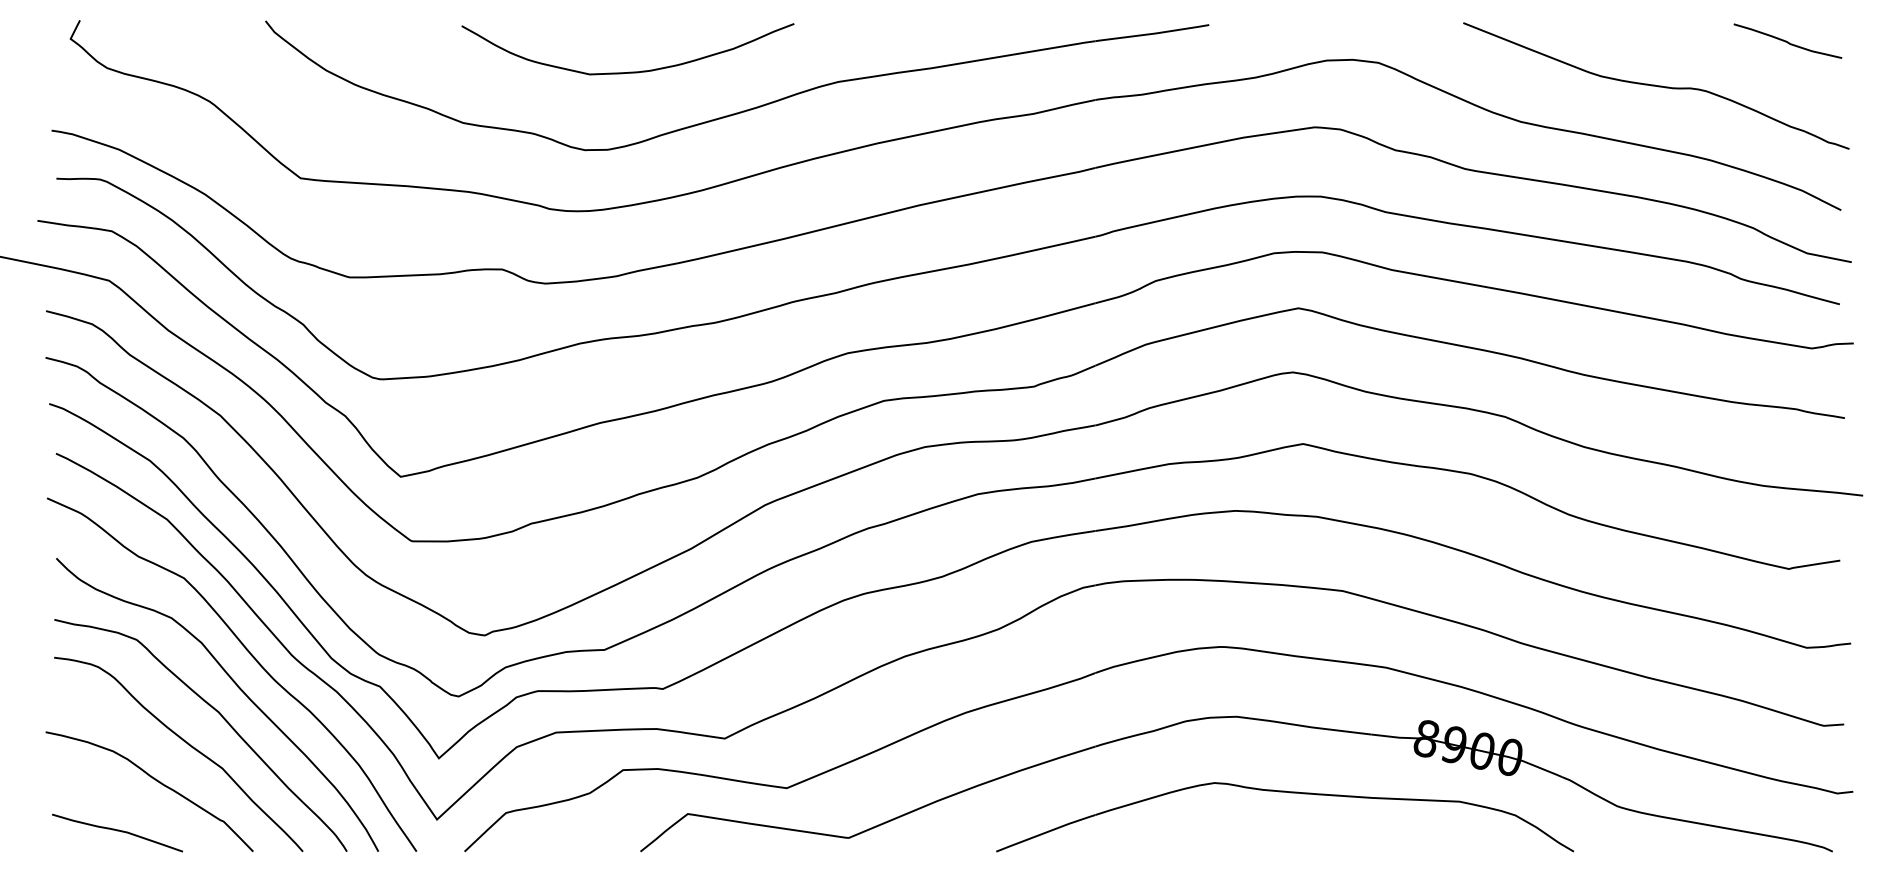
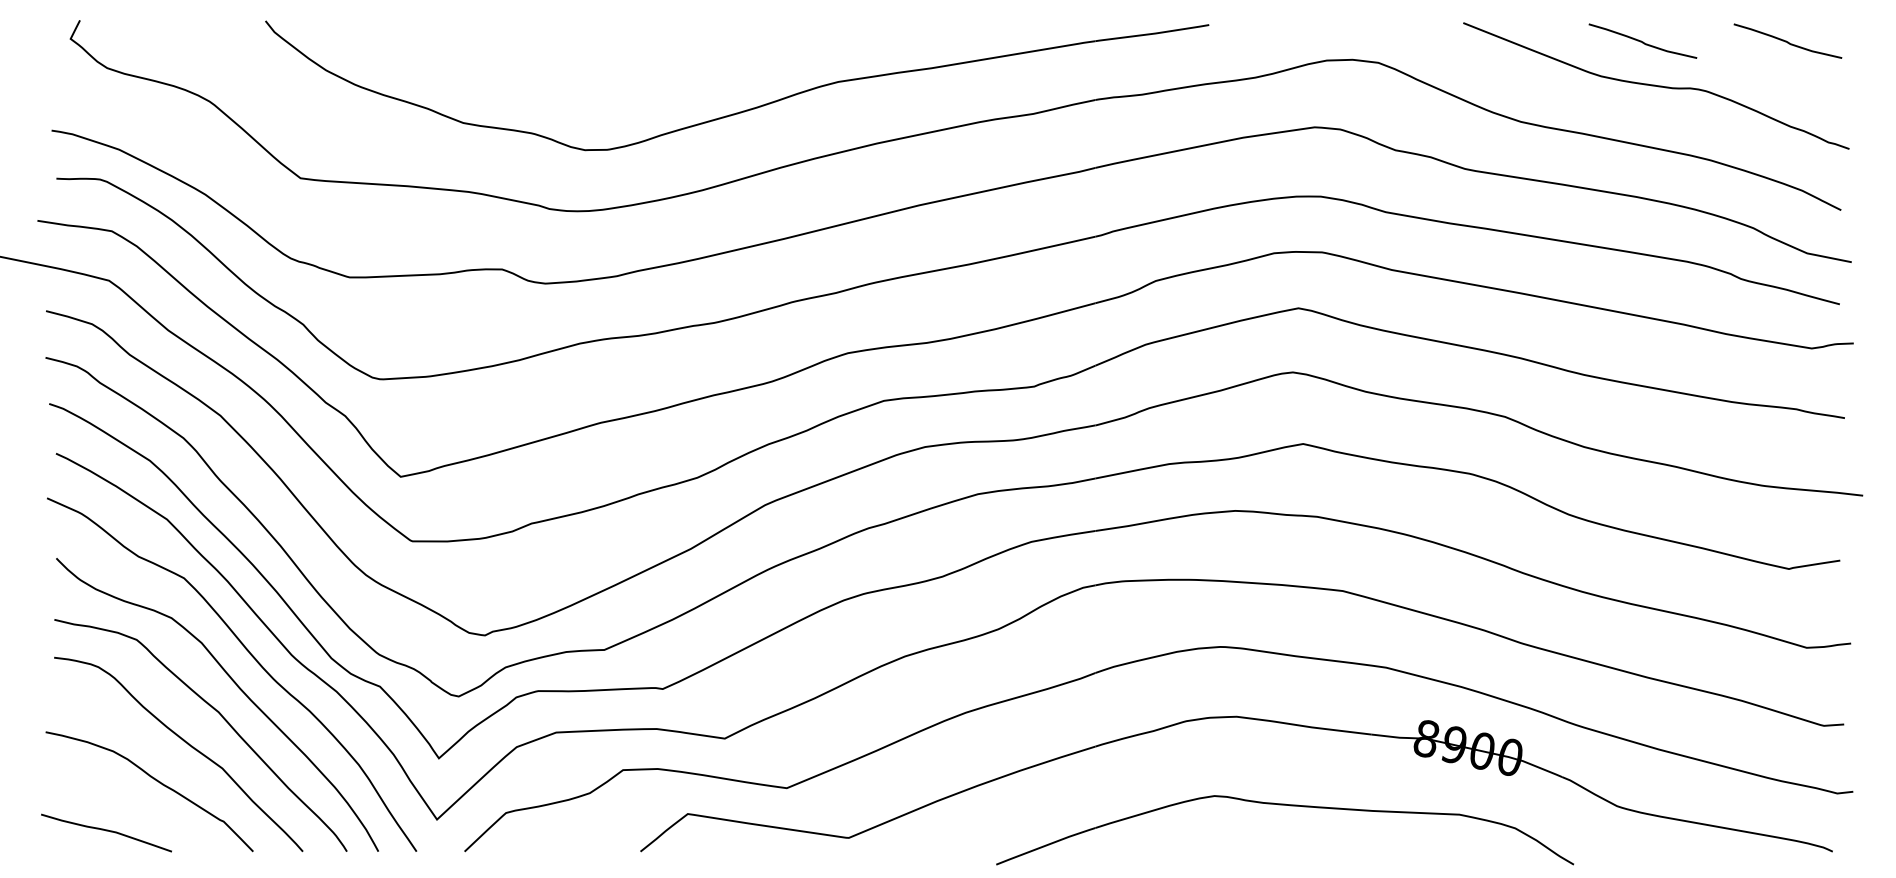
curve at (1641, 40): none -> present
curve at (629, 71): present -> none
part at (1290, 793) position: (1290, 793) -> (1290, 806)
curve at (117, 831) position: (117, 831) -> (106, 831)
